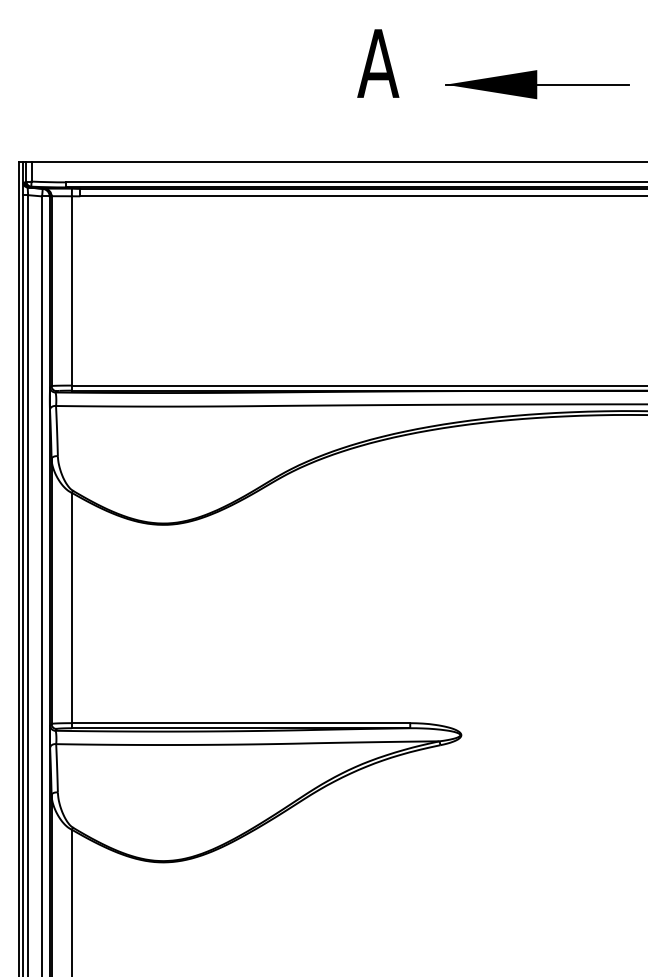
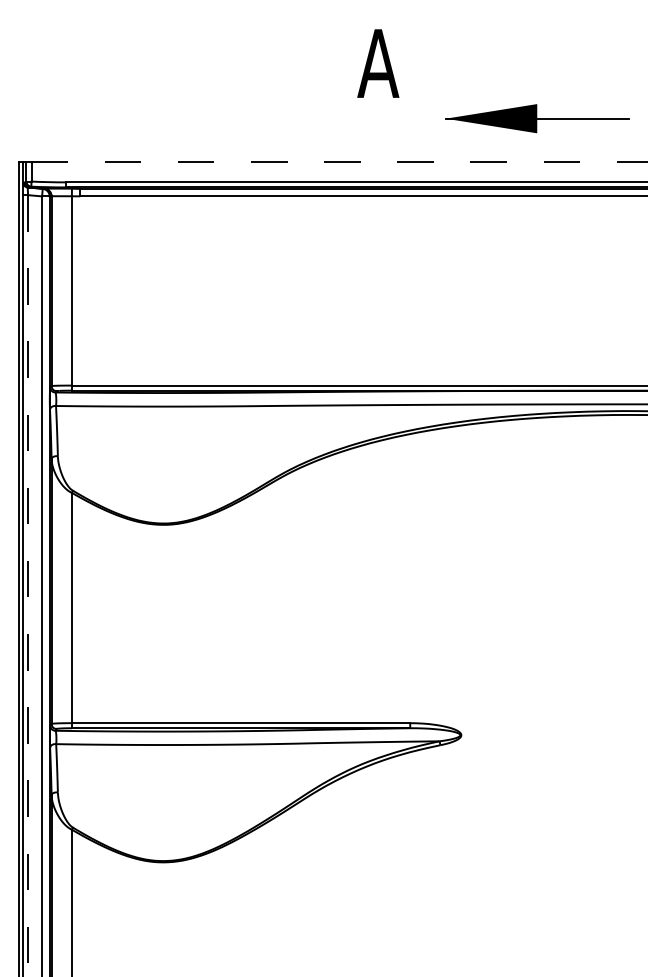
part at (537, 84) position: (537, 84) -> (537, 118)
line at (339, 161): solid -> dashed
line at (28, 586): solid -> dashed
